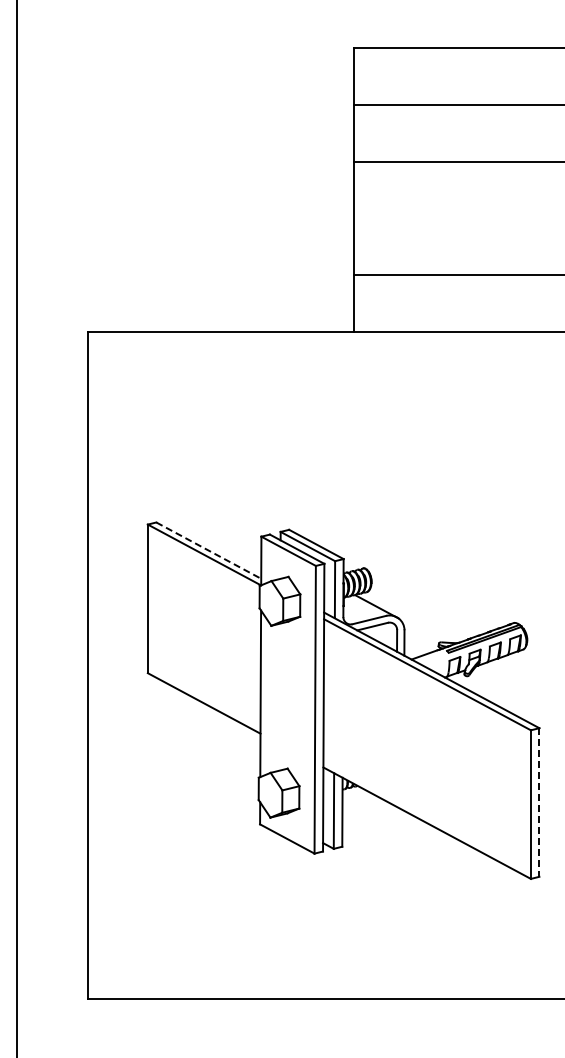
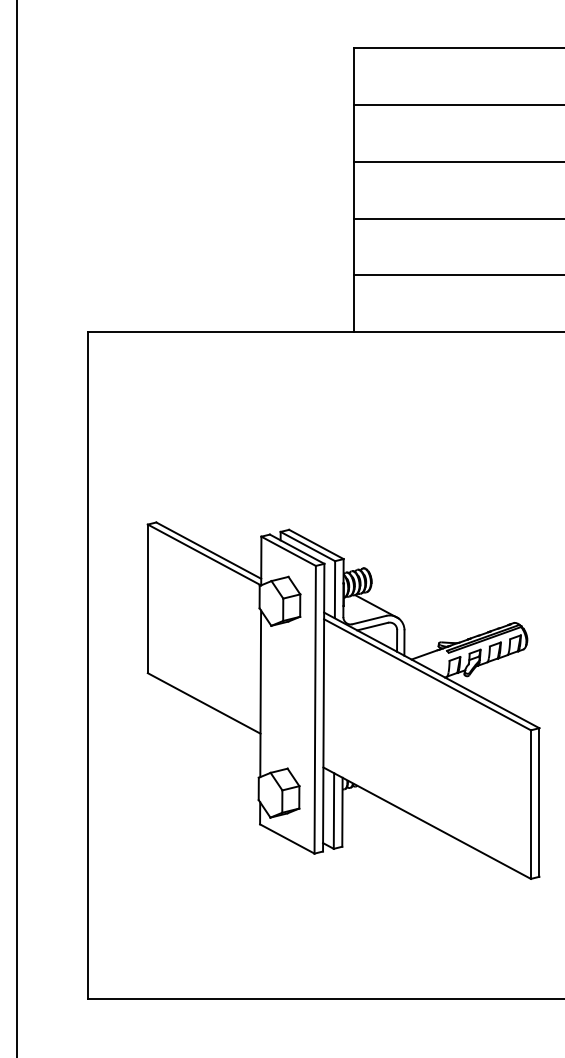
line at (457, 218): none -> present
line at (208, 550): dashed -> solid
line at (539, 803): dashed -> solid
